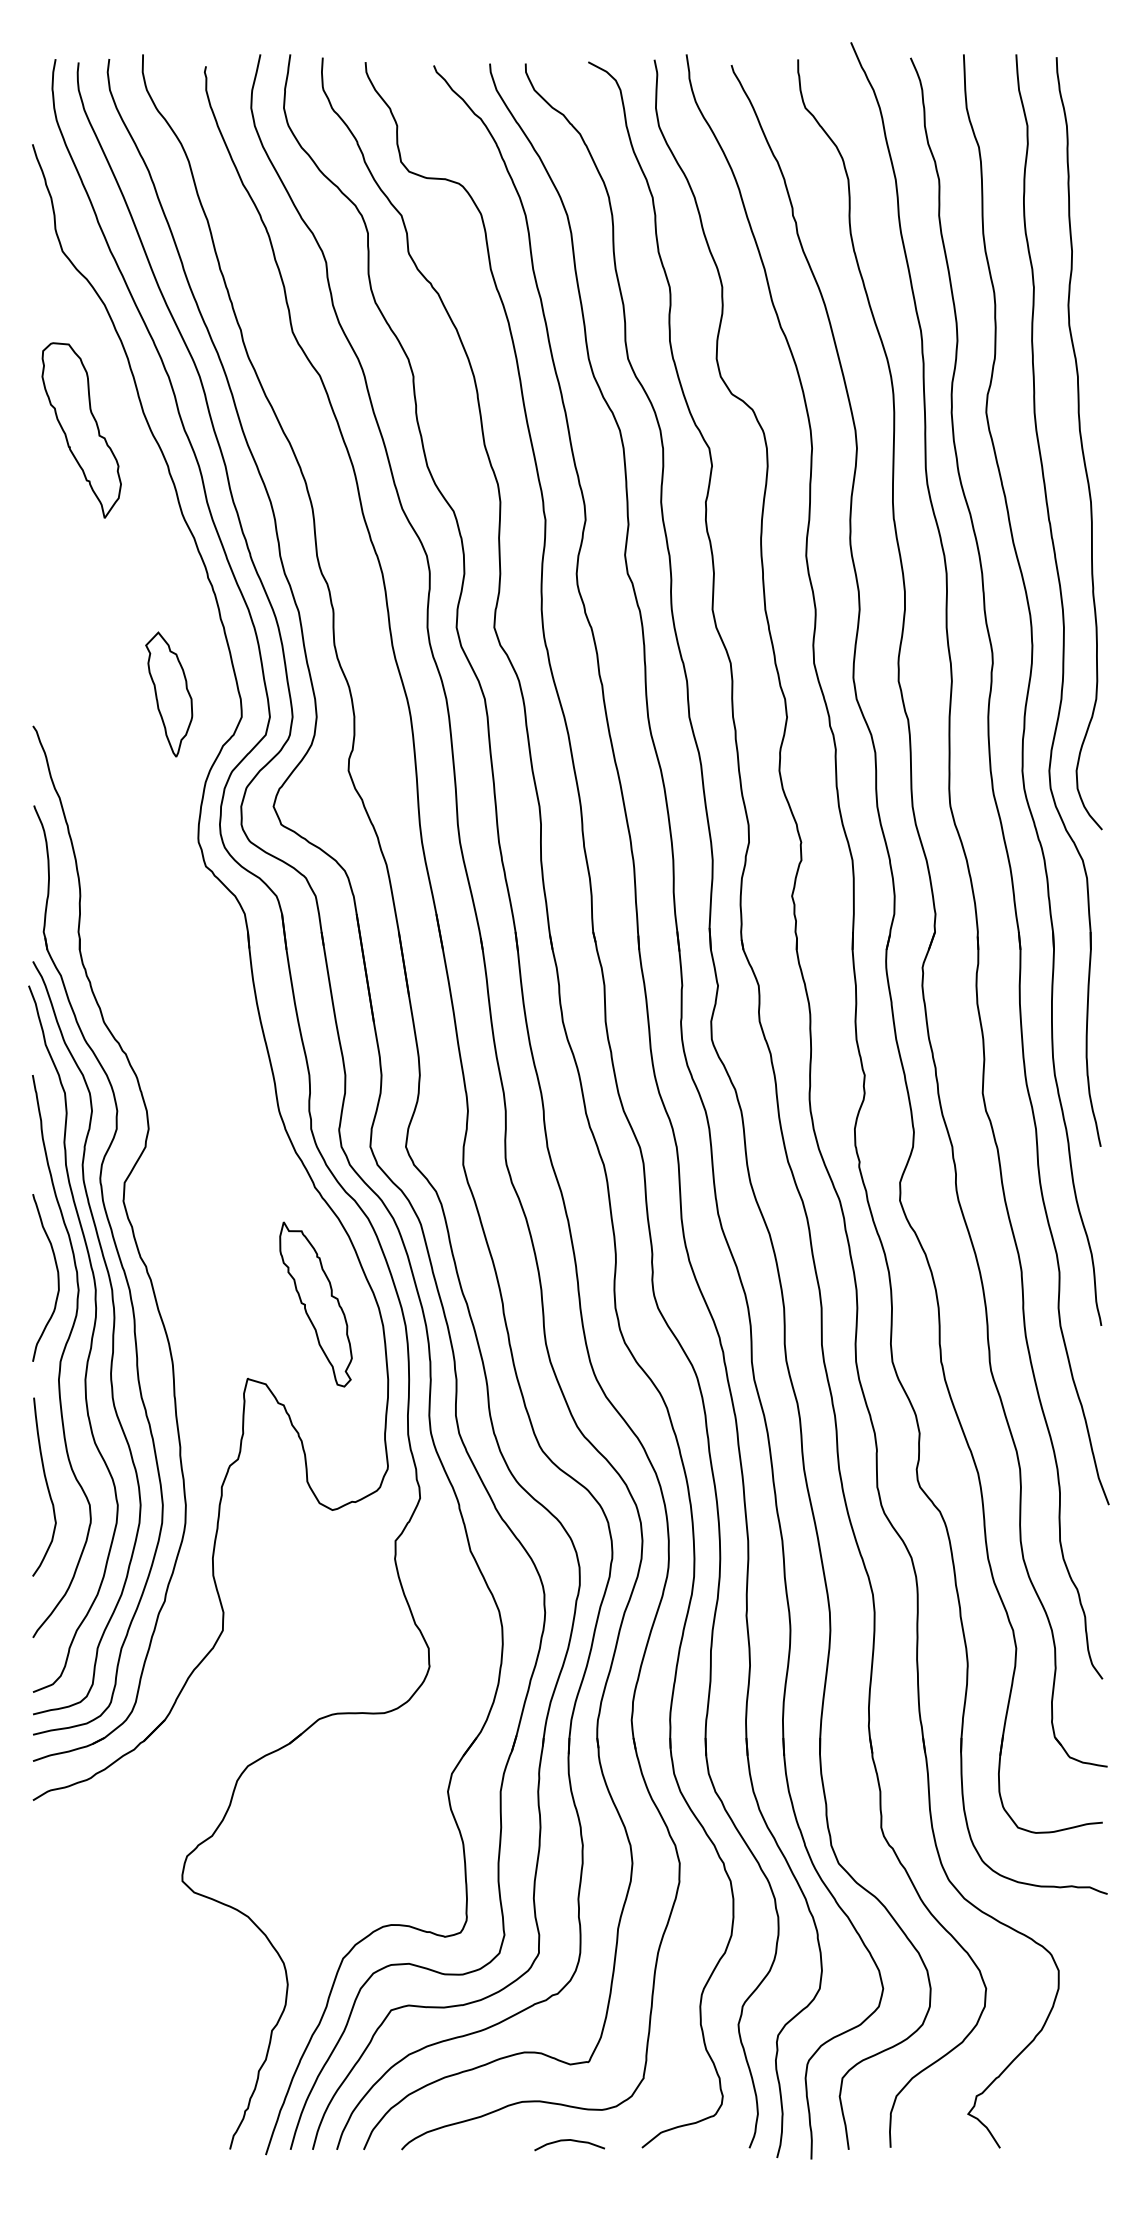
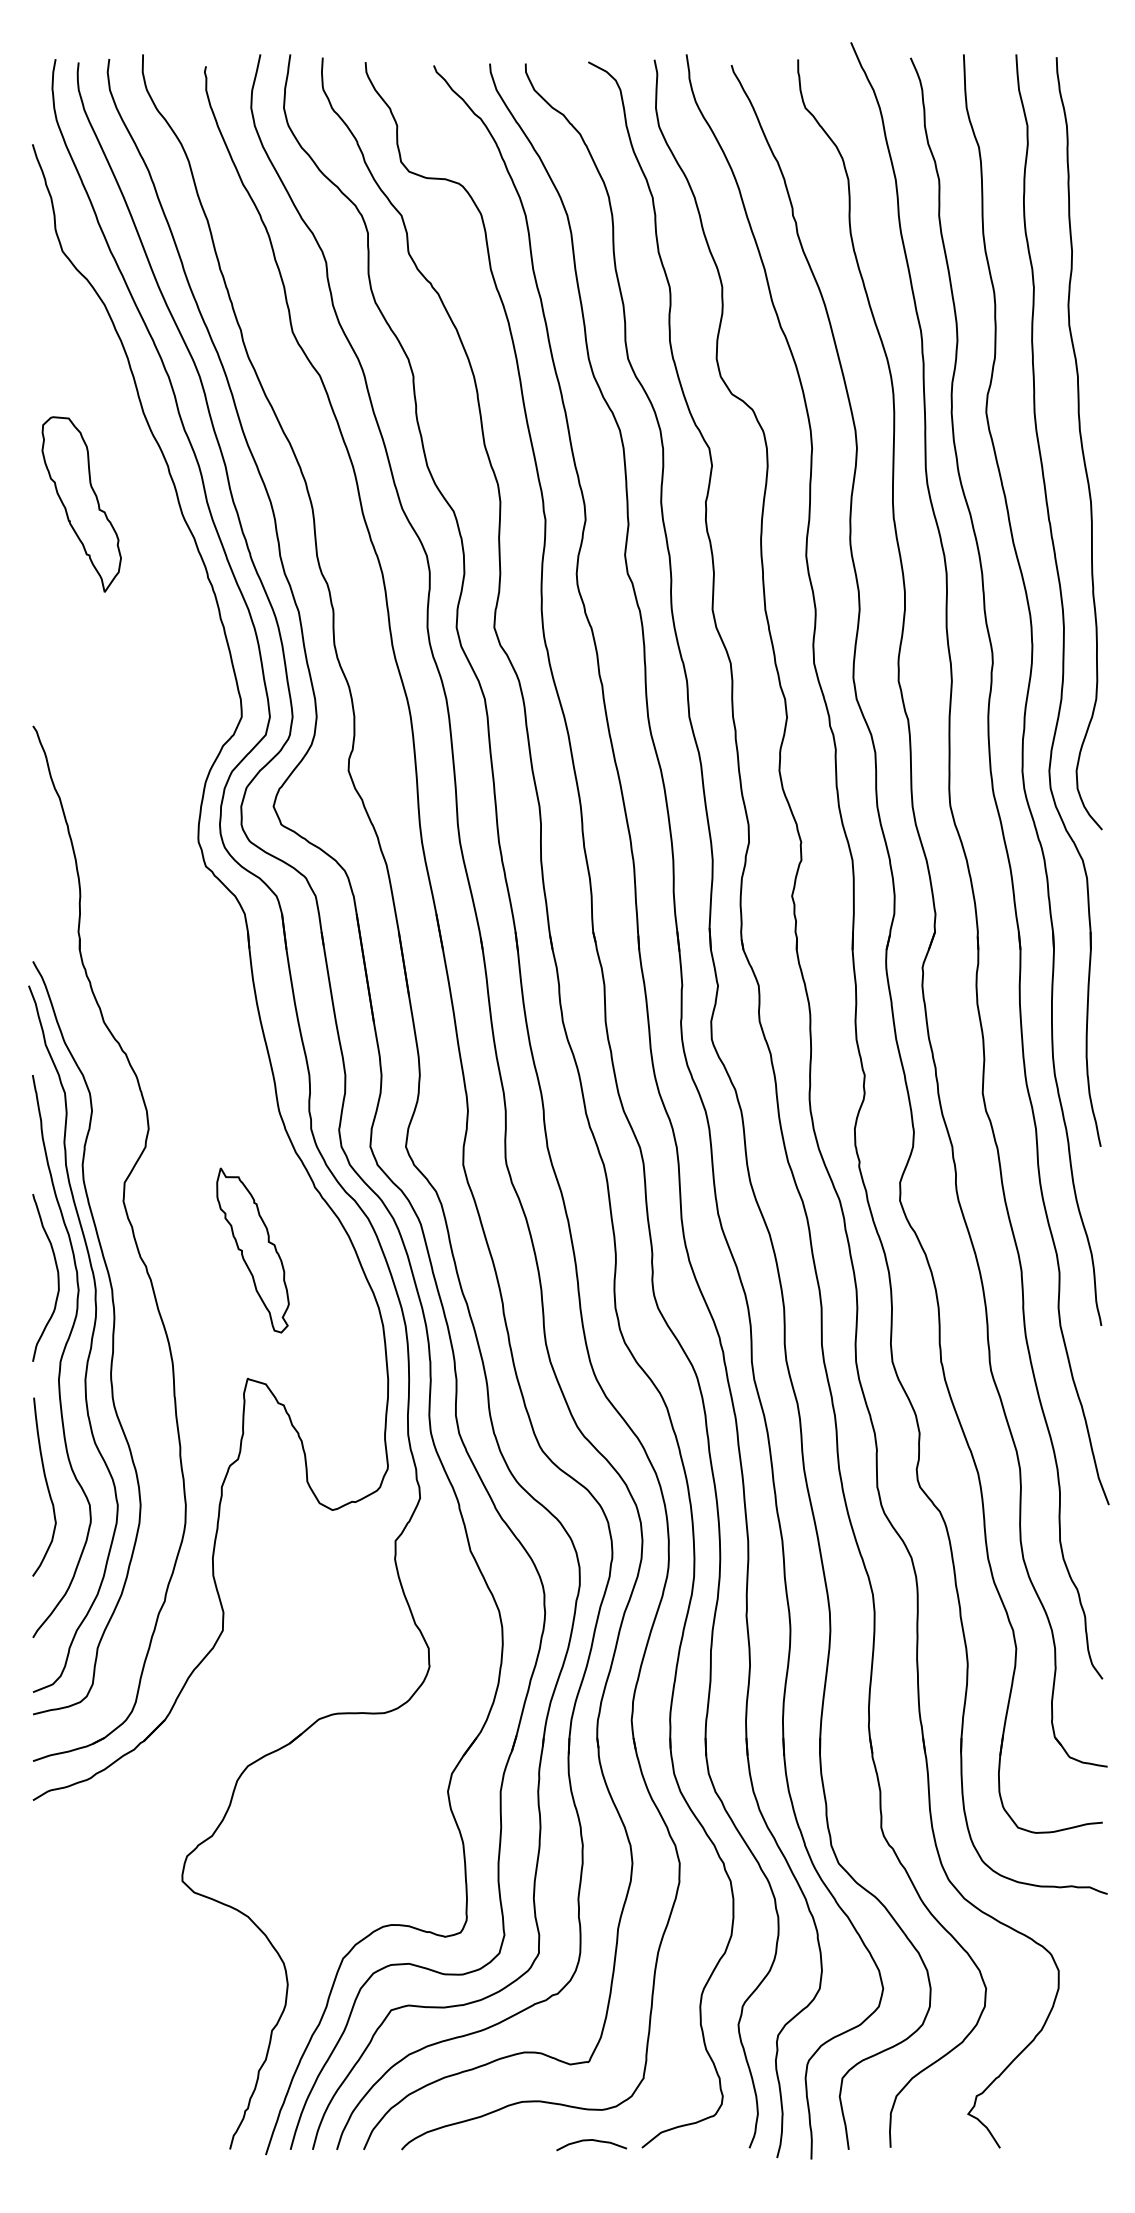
part at (81, 430) position: (81, 430) -> (81, 504)
part at (169, 694): present -> none
part at (120, 1264): present -> none
part at (315, 1304) position: (315, 1304) -> (252, 1250)
curve at (571, 2141) position: (571, 2141) -> (593, 2141)
